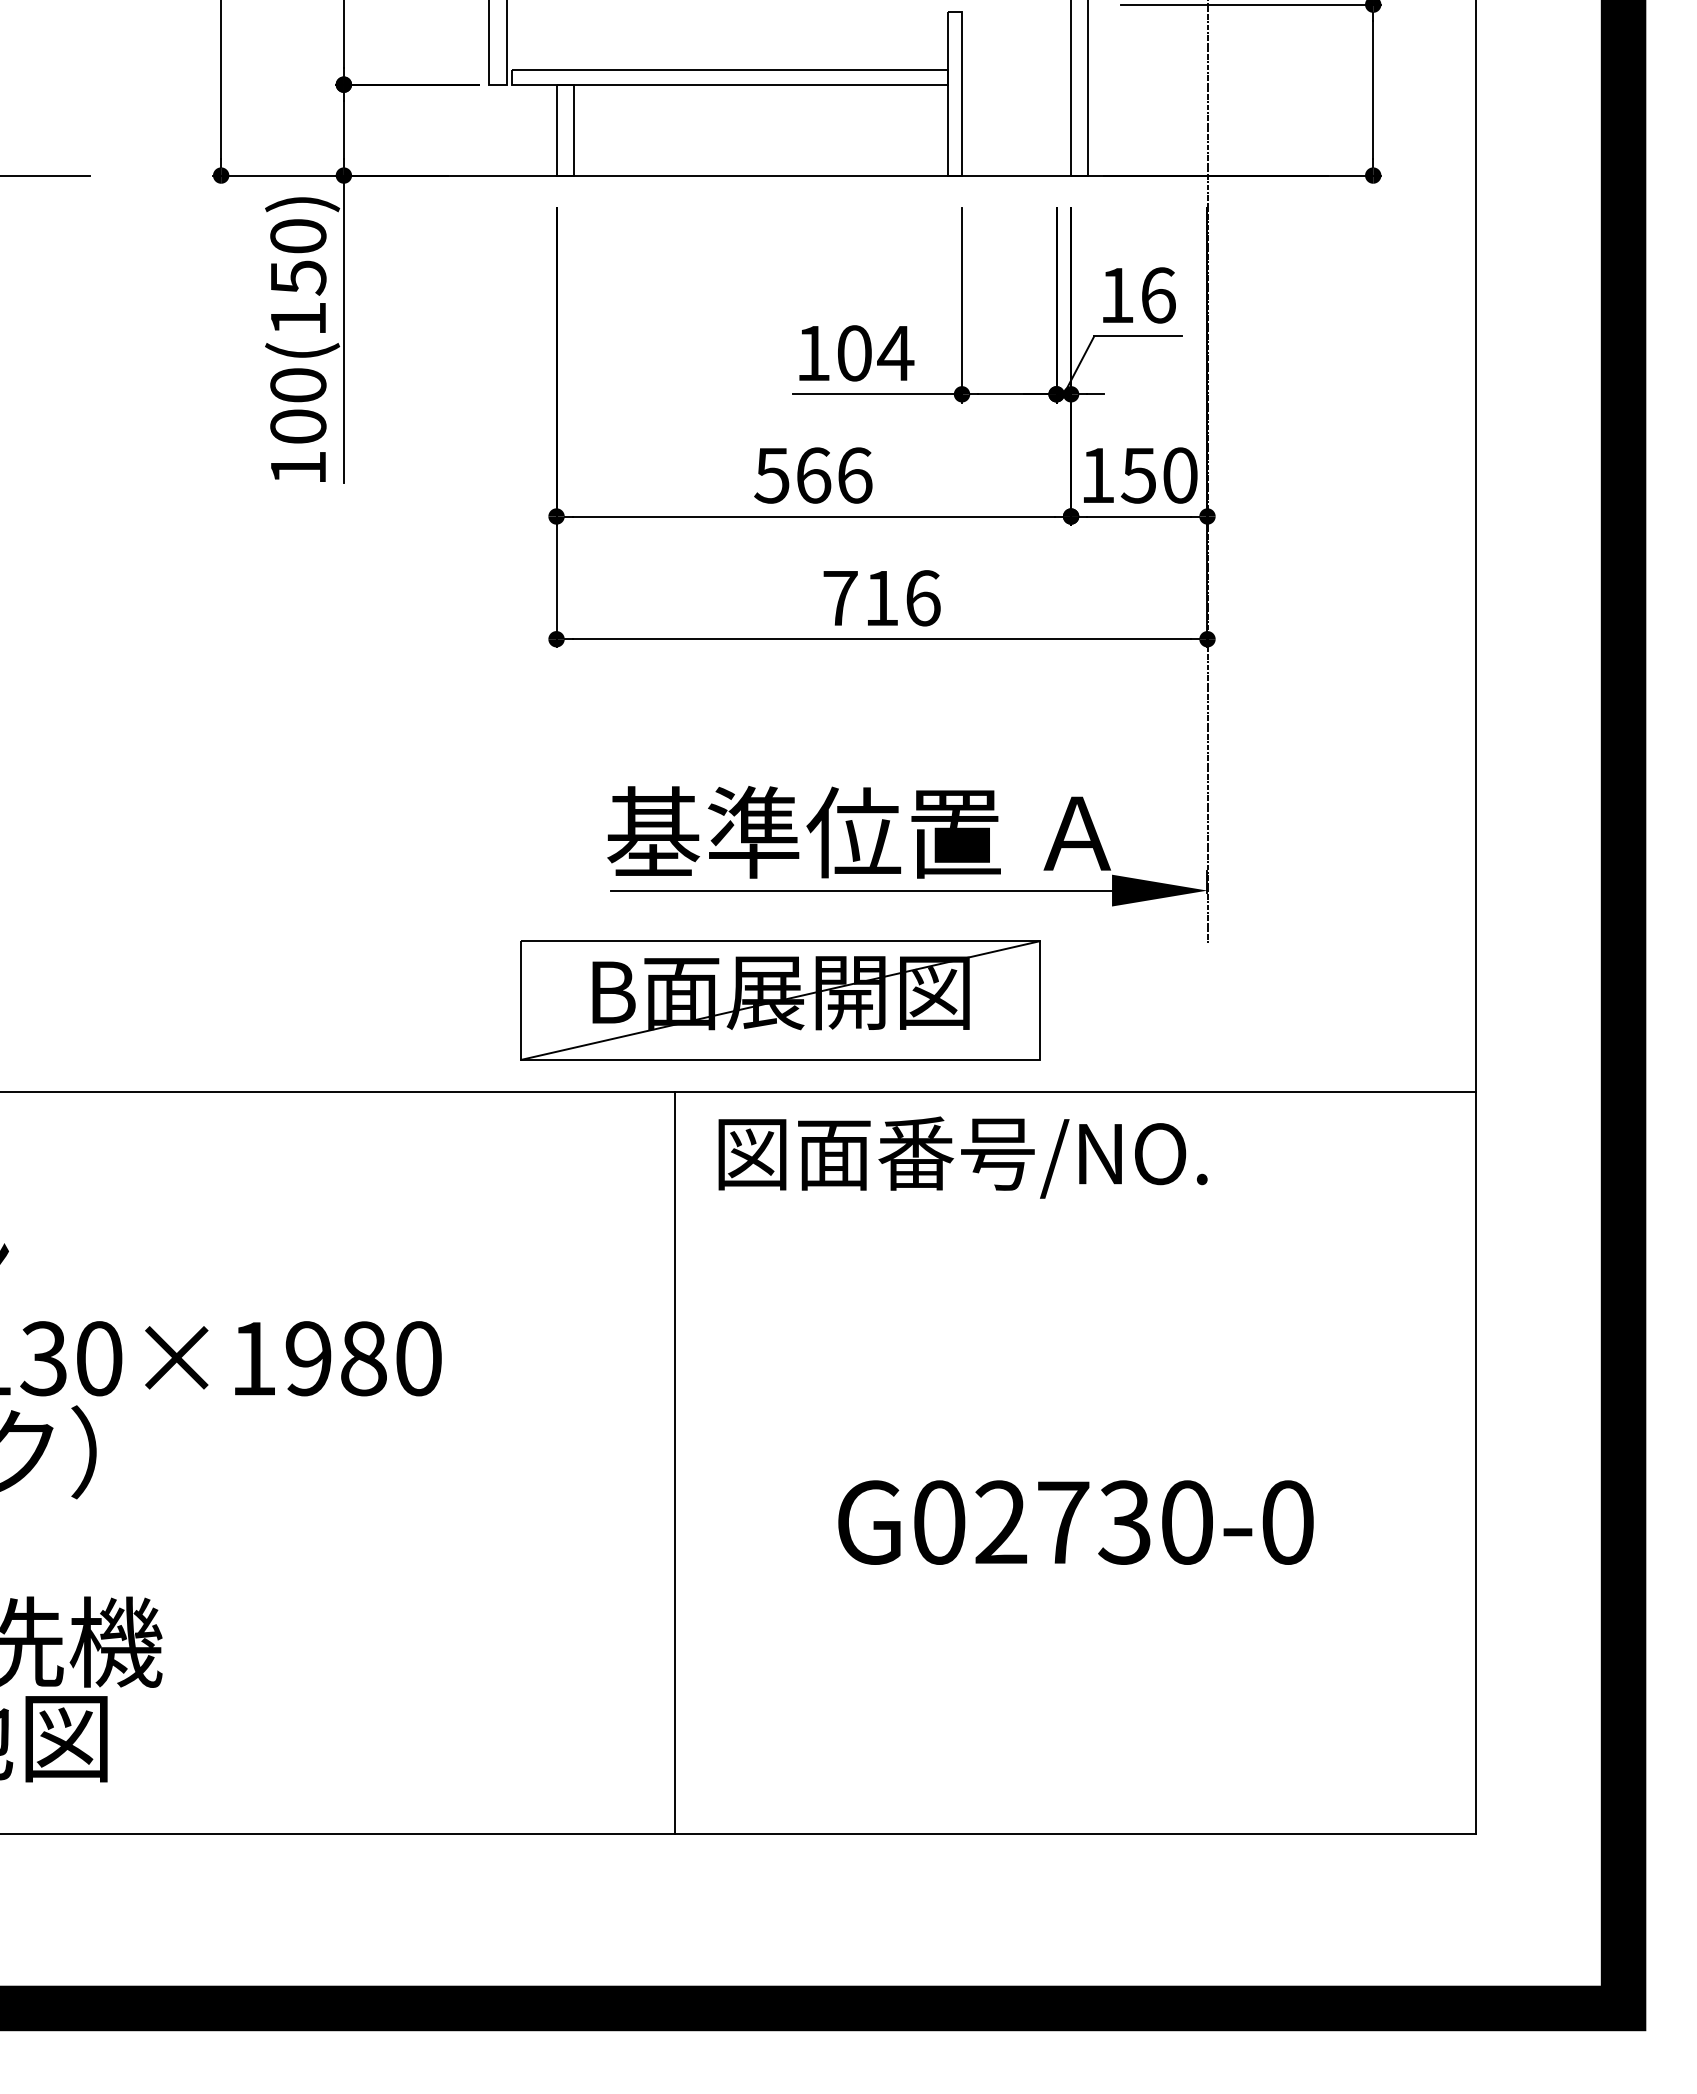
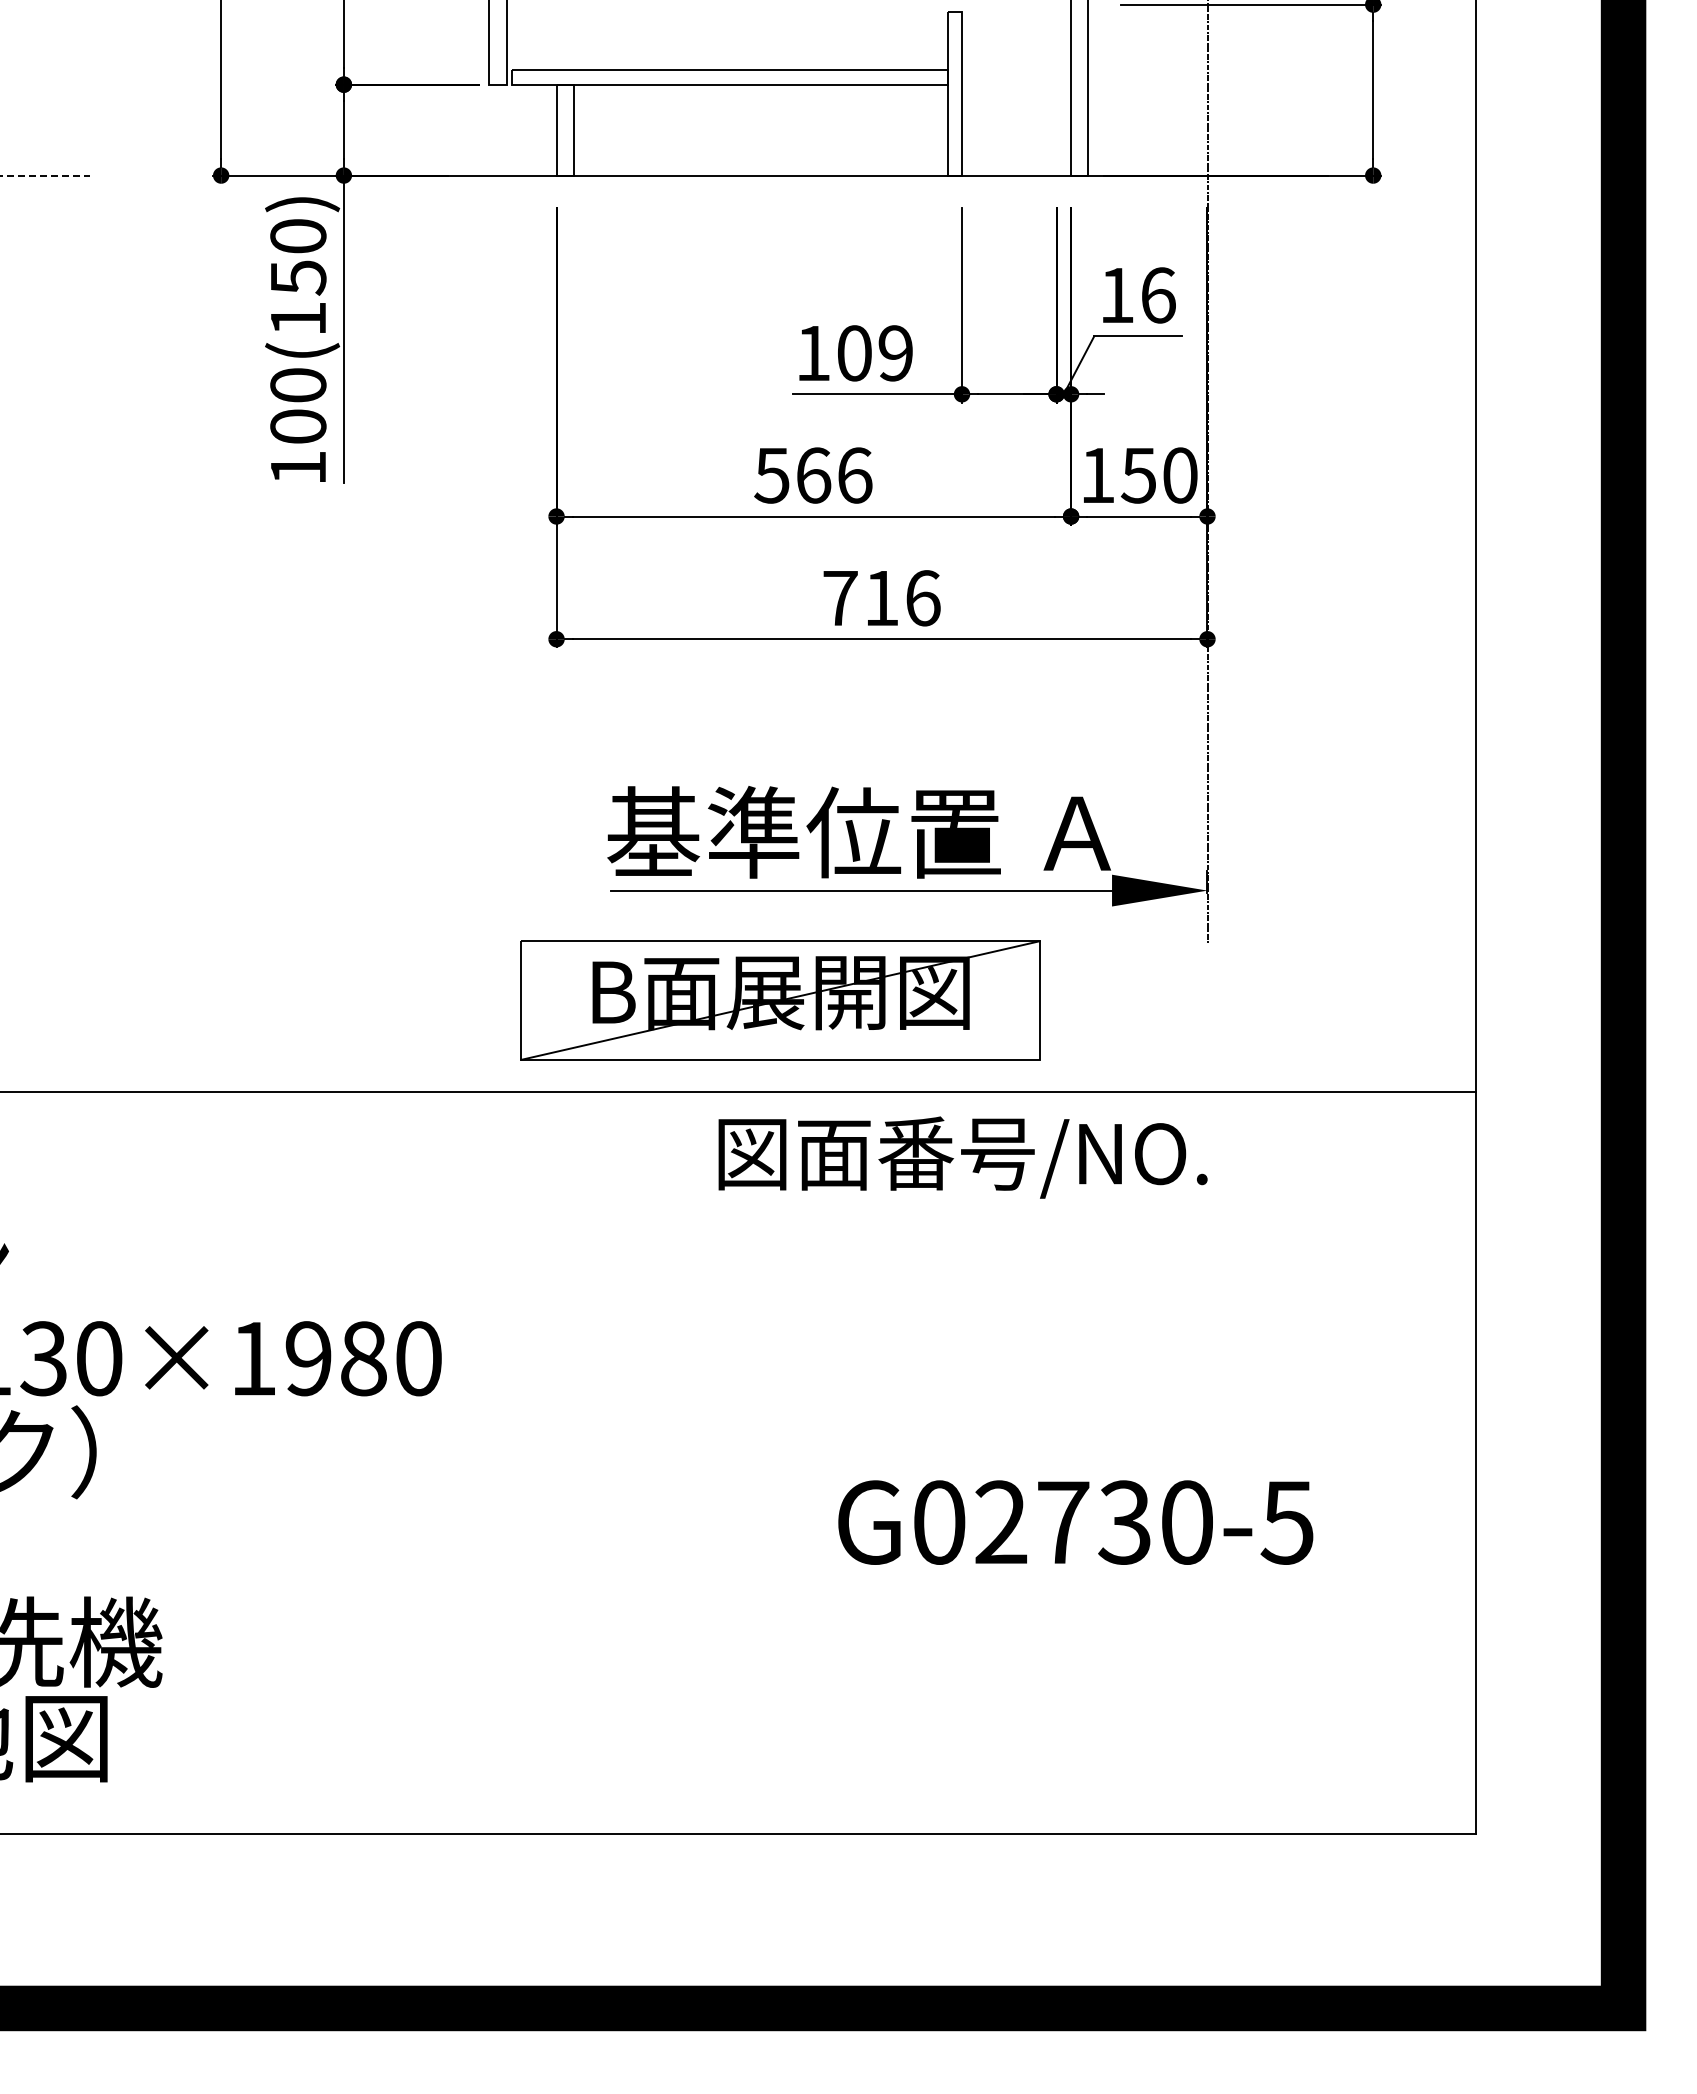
line at (45, 175): solid -> dashed
text at (895, 353): 104 -> 109
line at (675, 1462): present -> none
text at (1286, 1522): G02730-0 -> G02730-5
